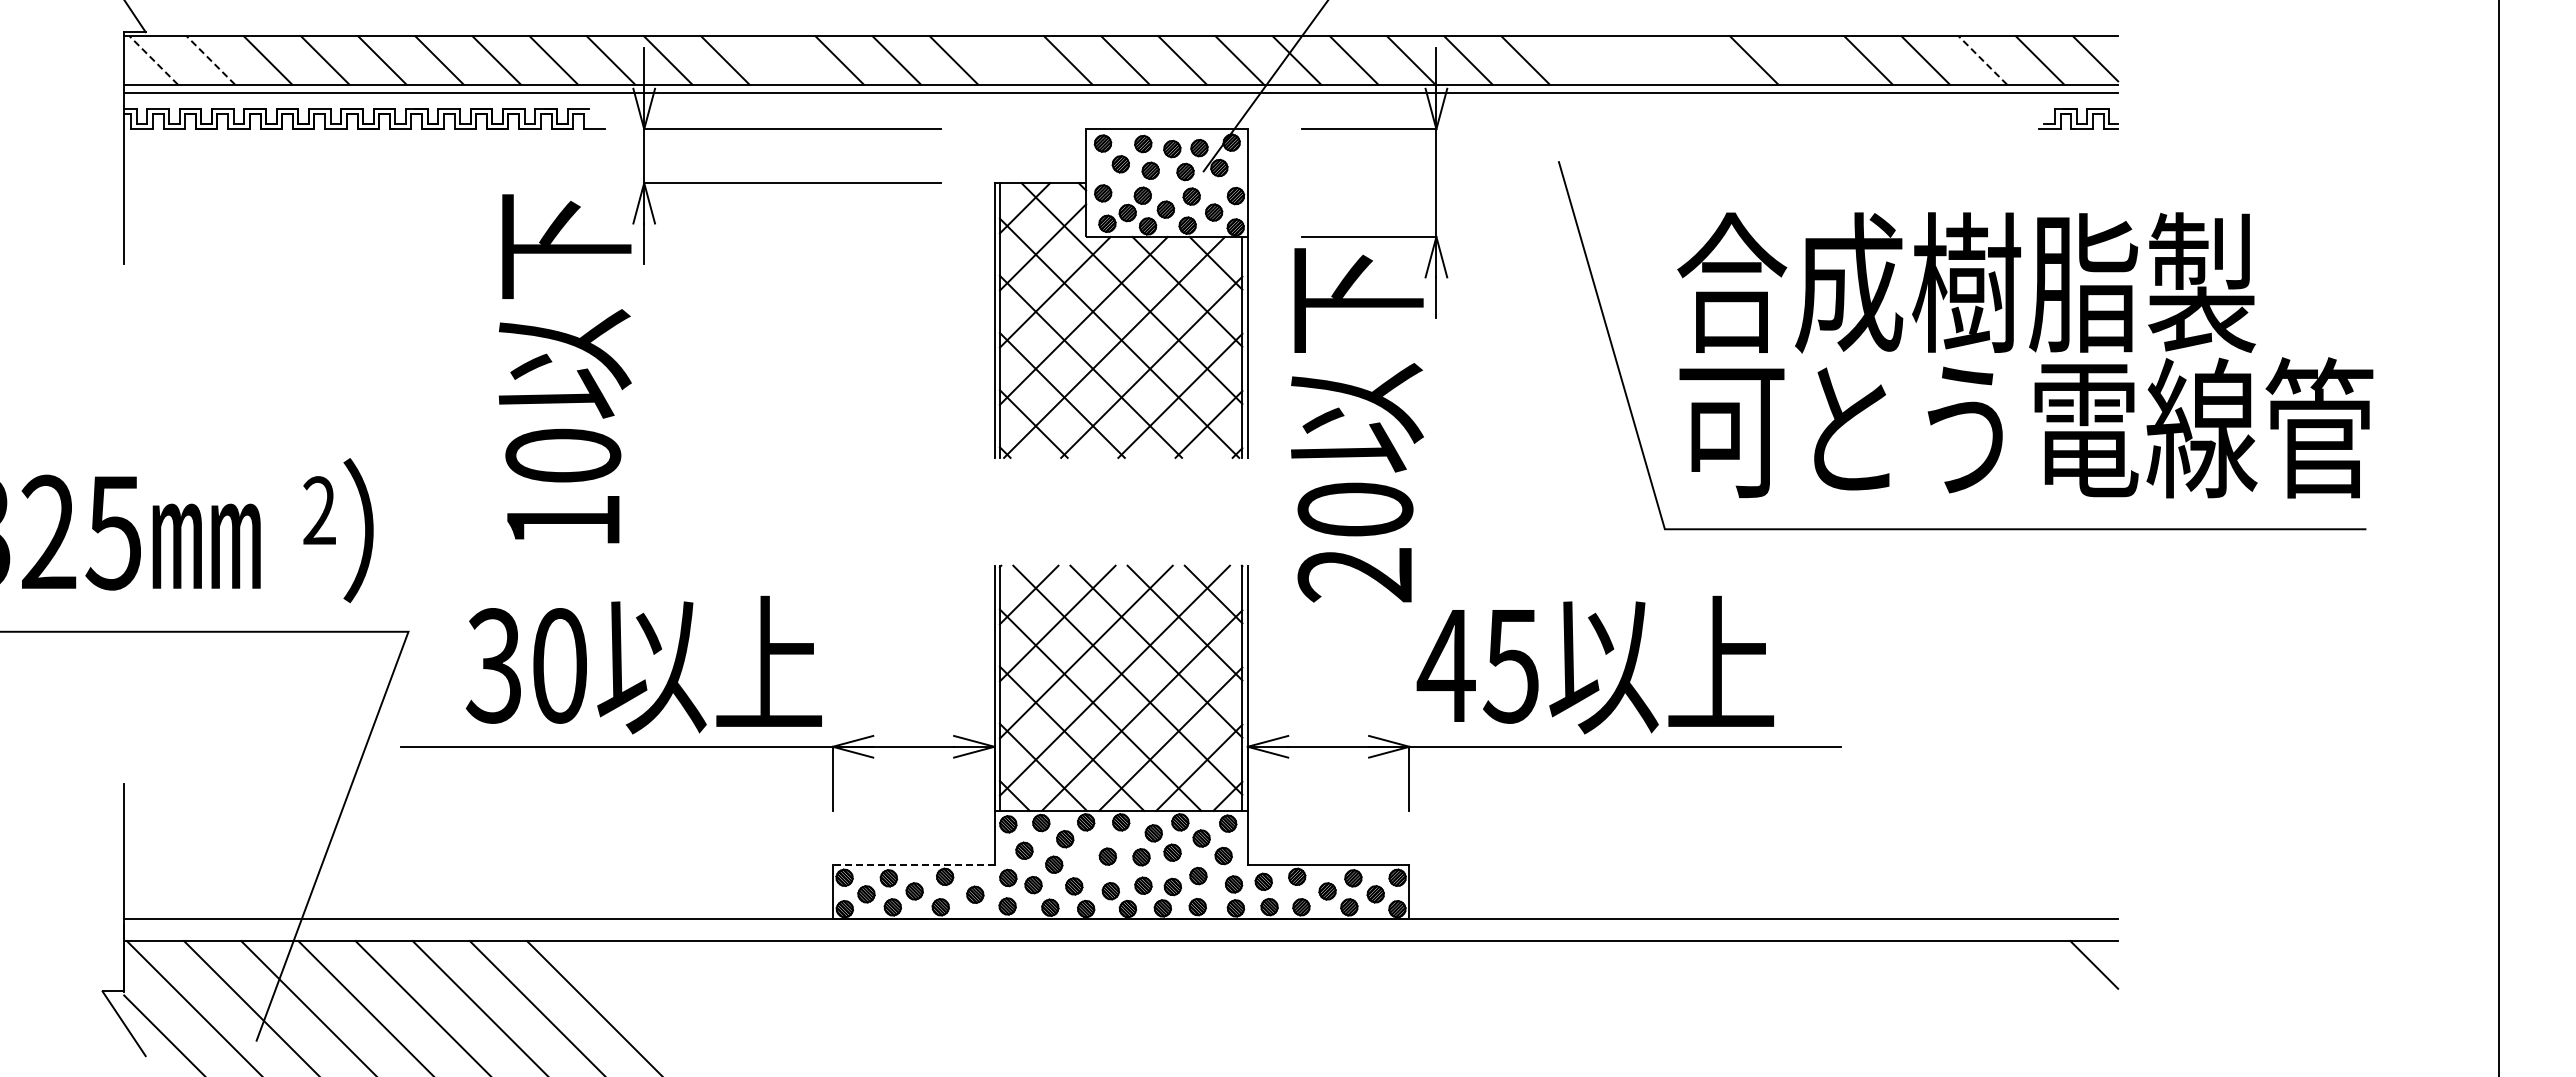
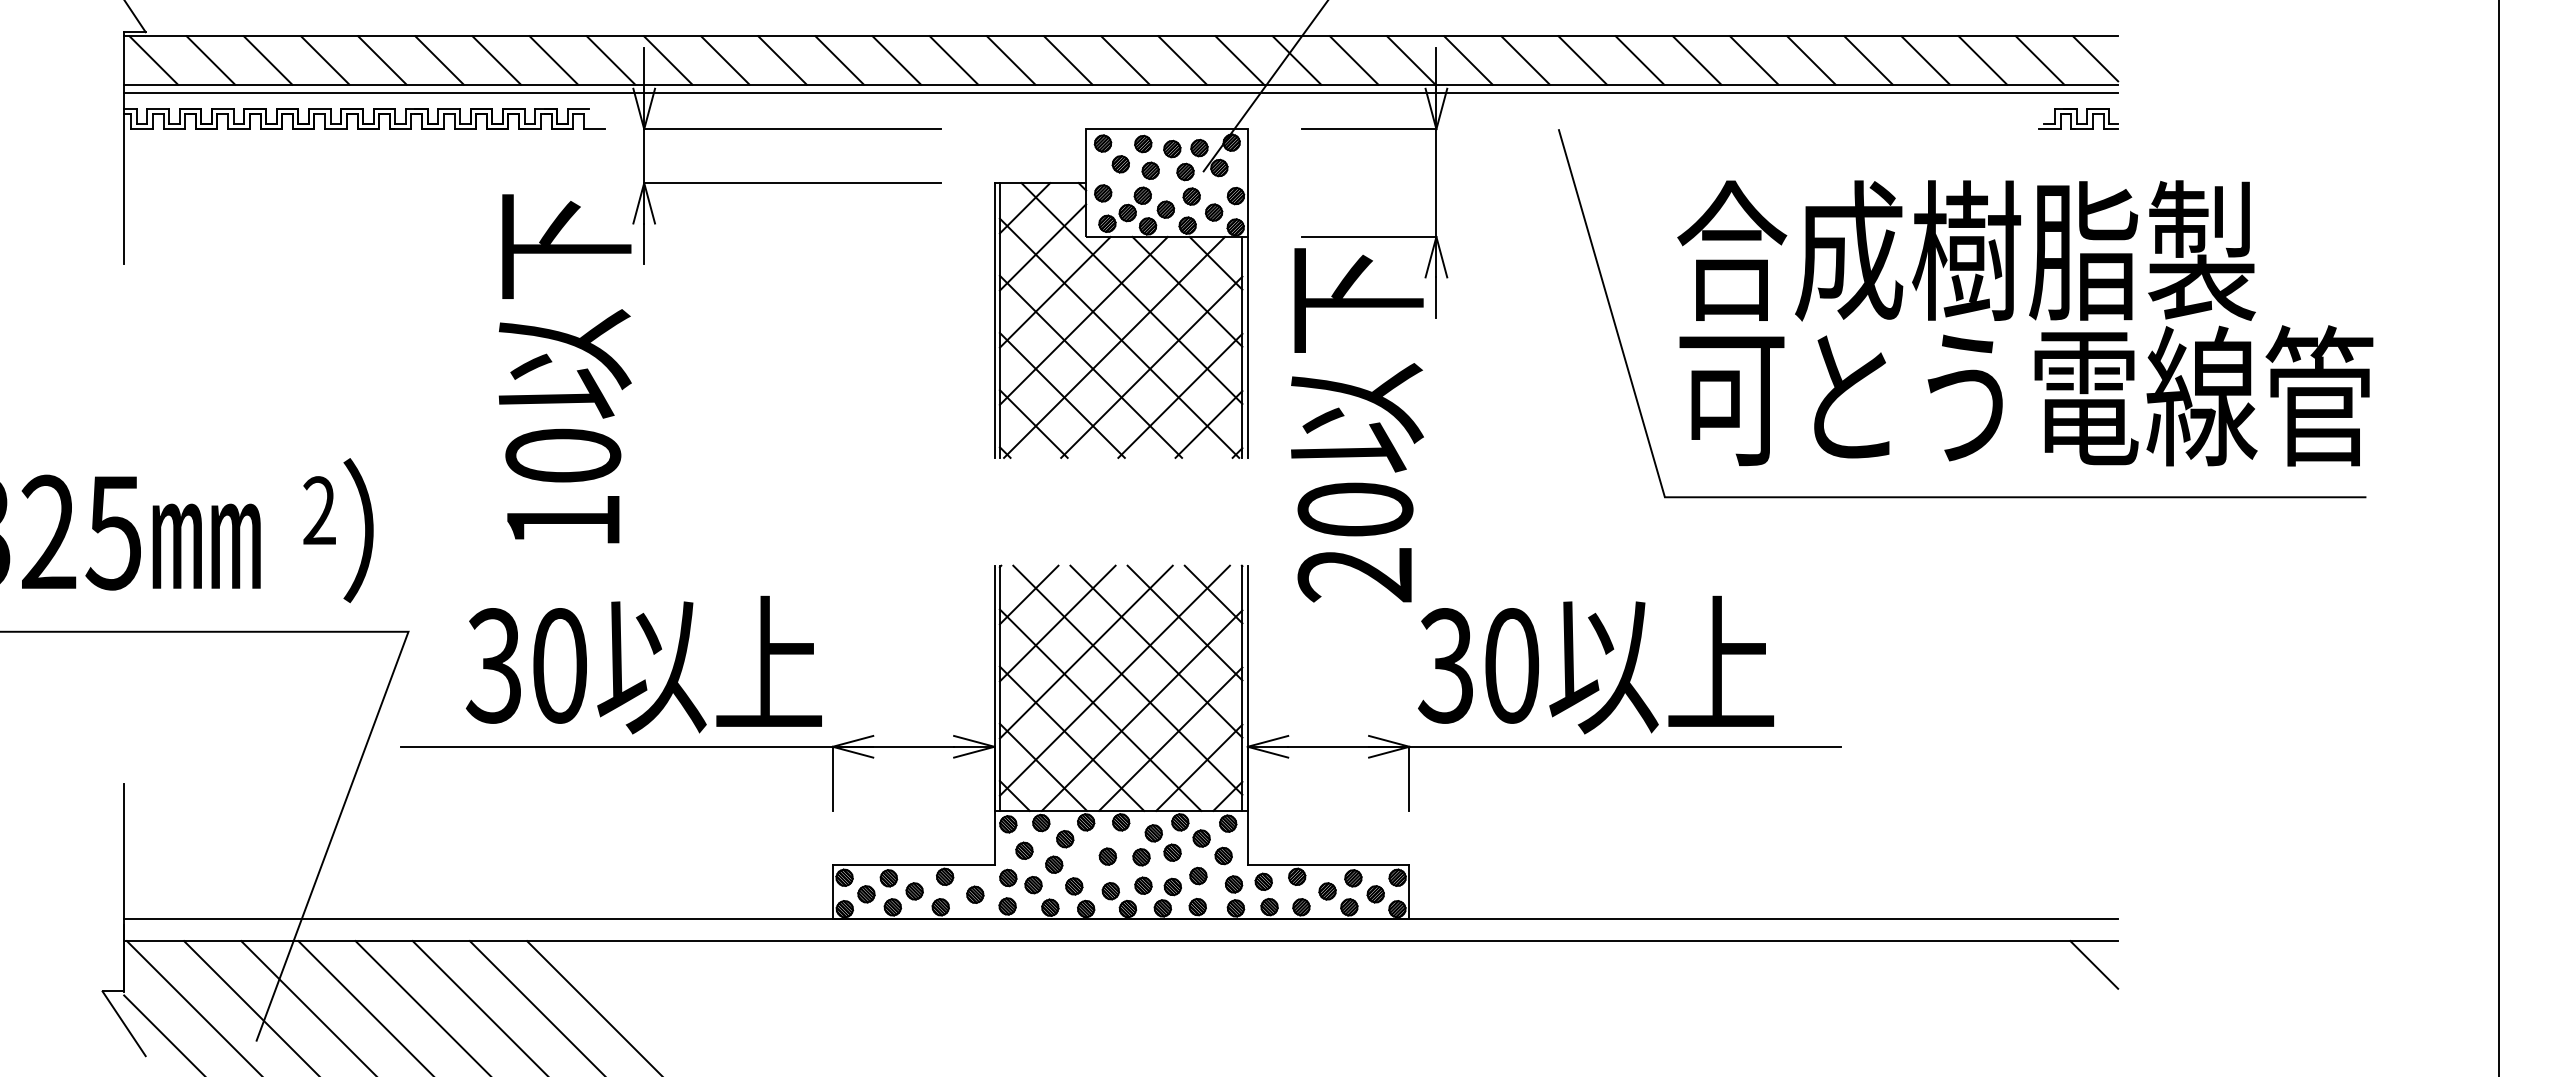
line at (153, 60): dashed -> solid
line at (210, 60): dashed -> solid
line at (782, 60): none -> present
line at (1010, 60): none -> present
line at (1582, 60): none -> present
line at (1639, 60): none -> present
line at (1696, 60): none -> present
line at (1811, 60): none -> present
line at (1982, 60): dashed -> solid
part at (1965, 345) position: (1965, 345) -> (1965, 313)
text at (1477, 665): 45 -> 30
line at (913, 864): dashed -> solid
